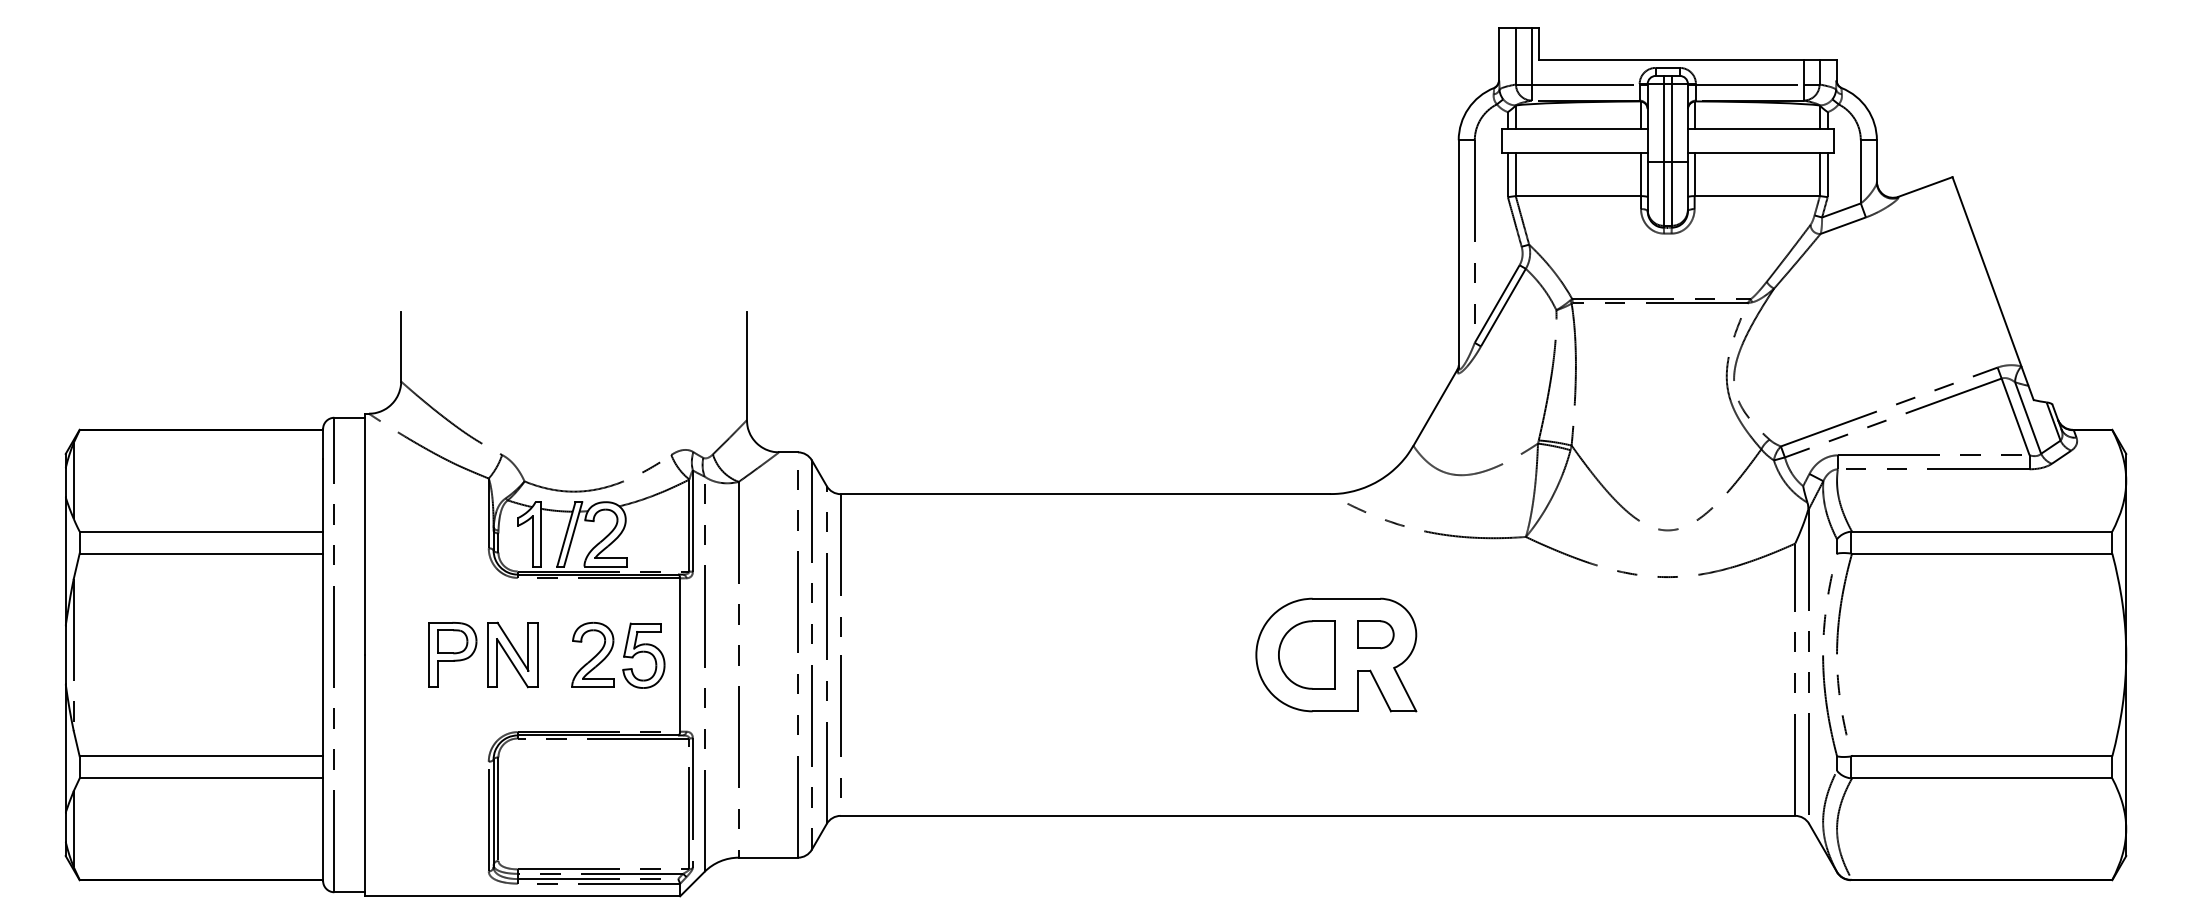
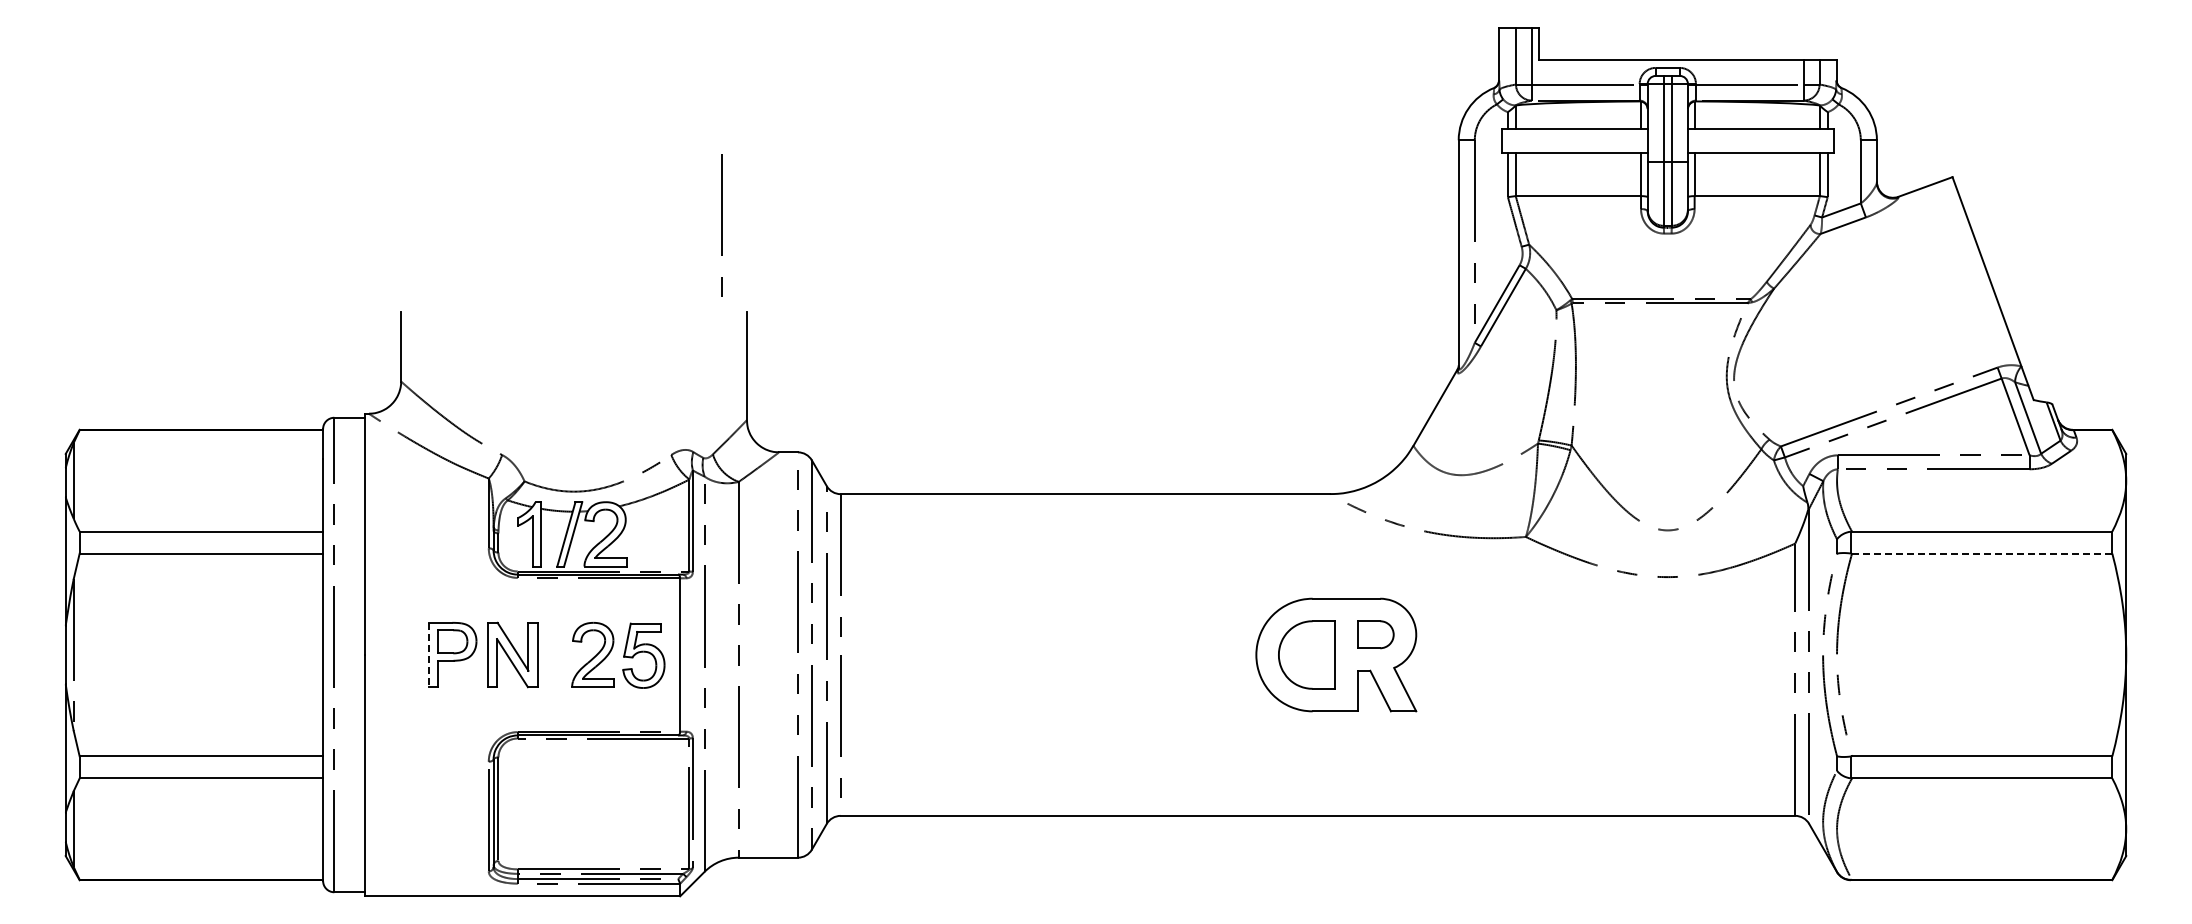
line at (721, 225): none -> present
line at (1981, 553): solid -> dashed
line at (428, 655): solid -> dashed
